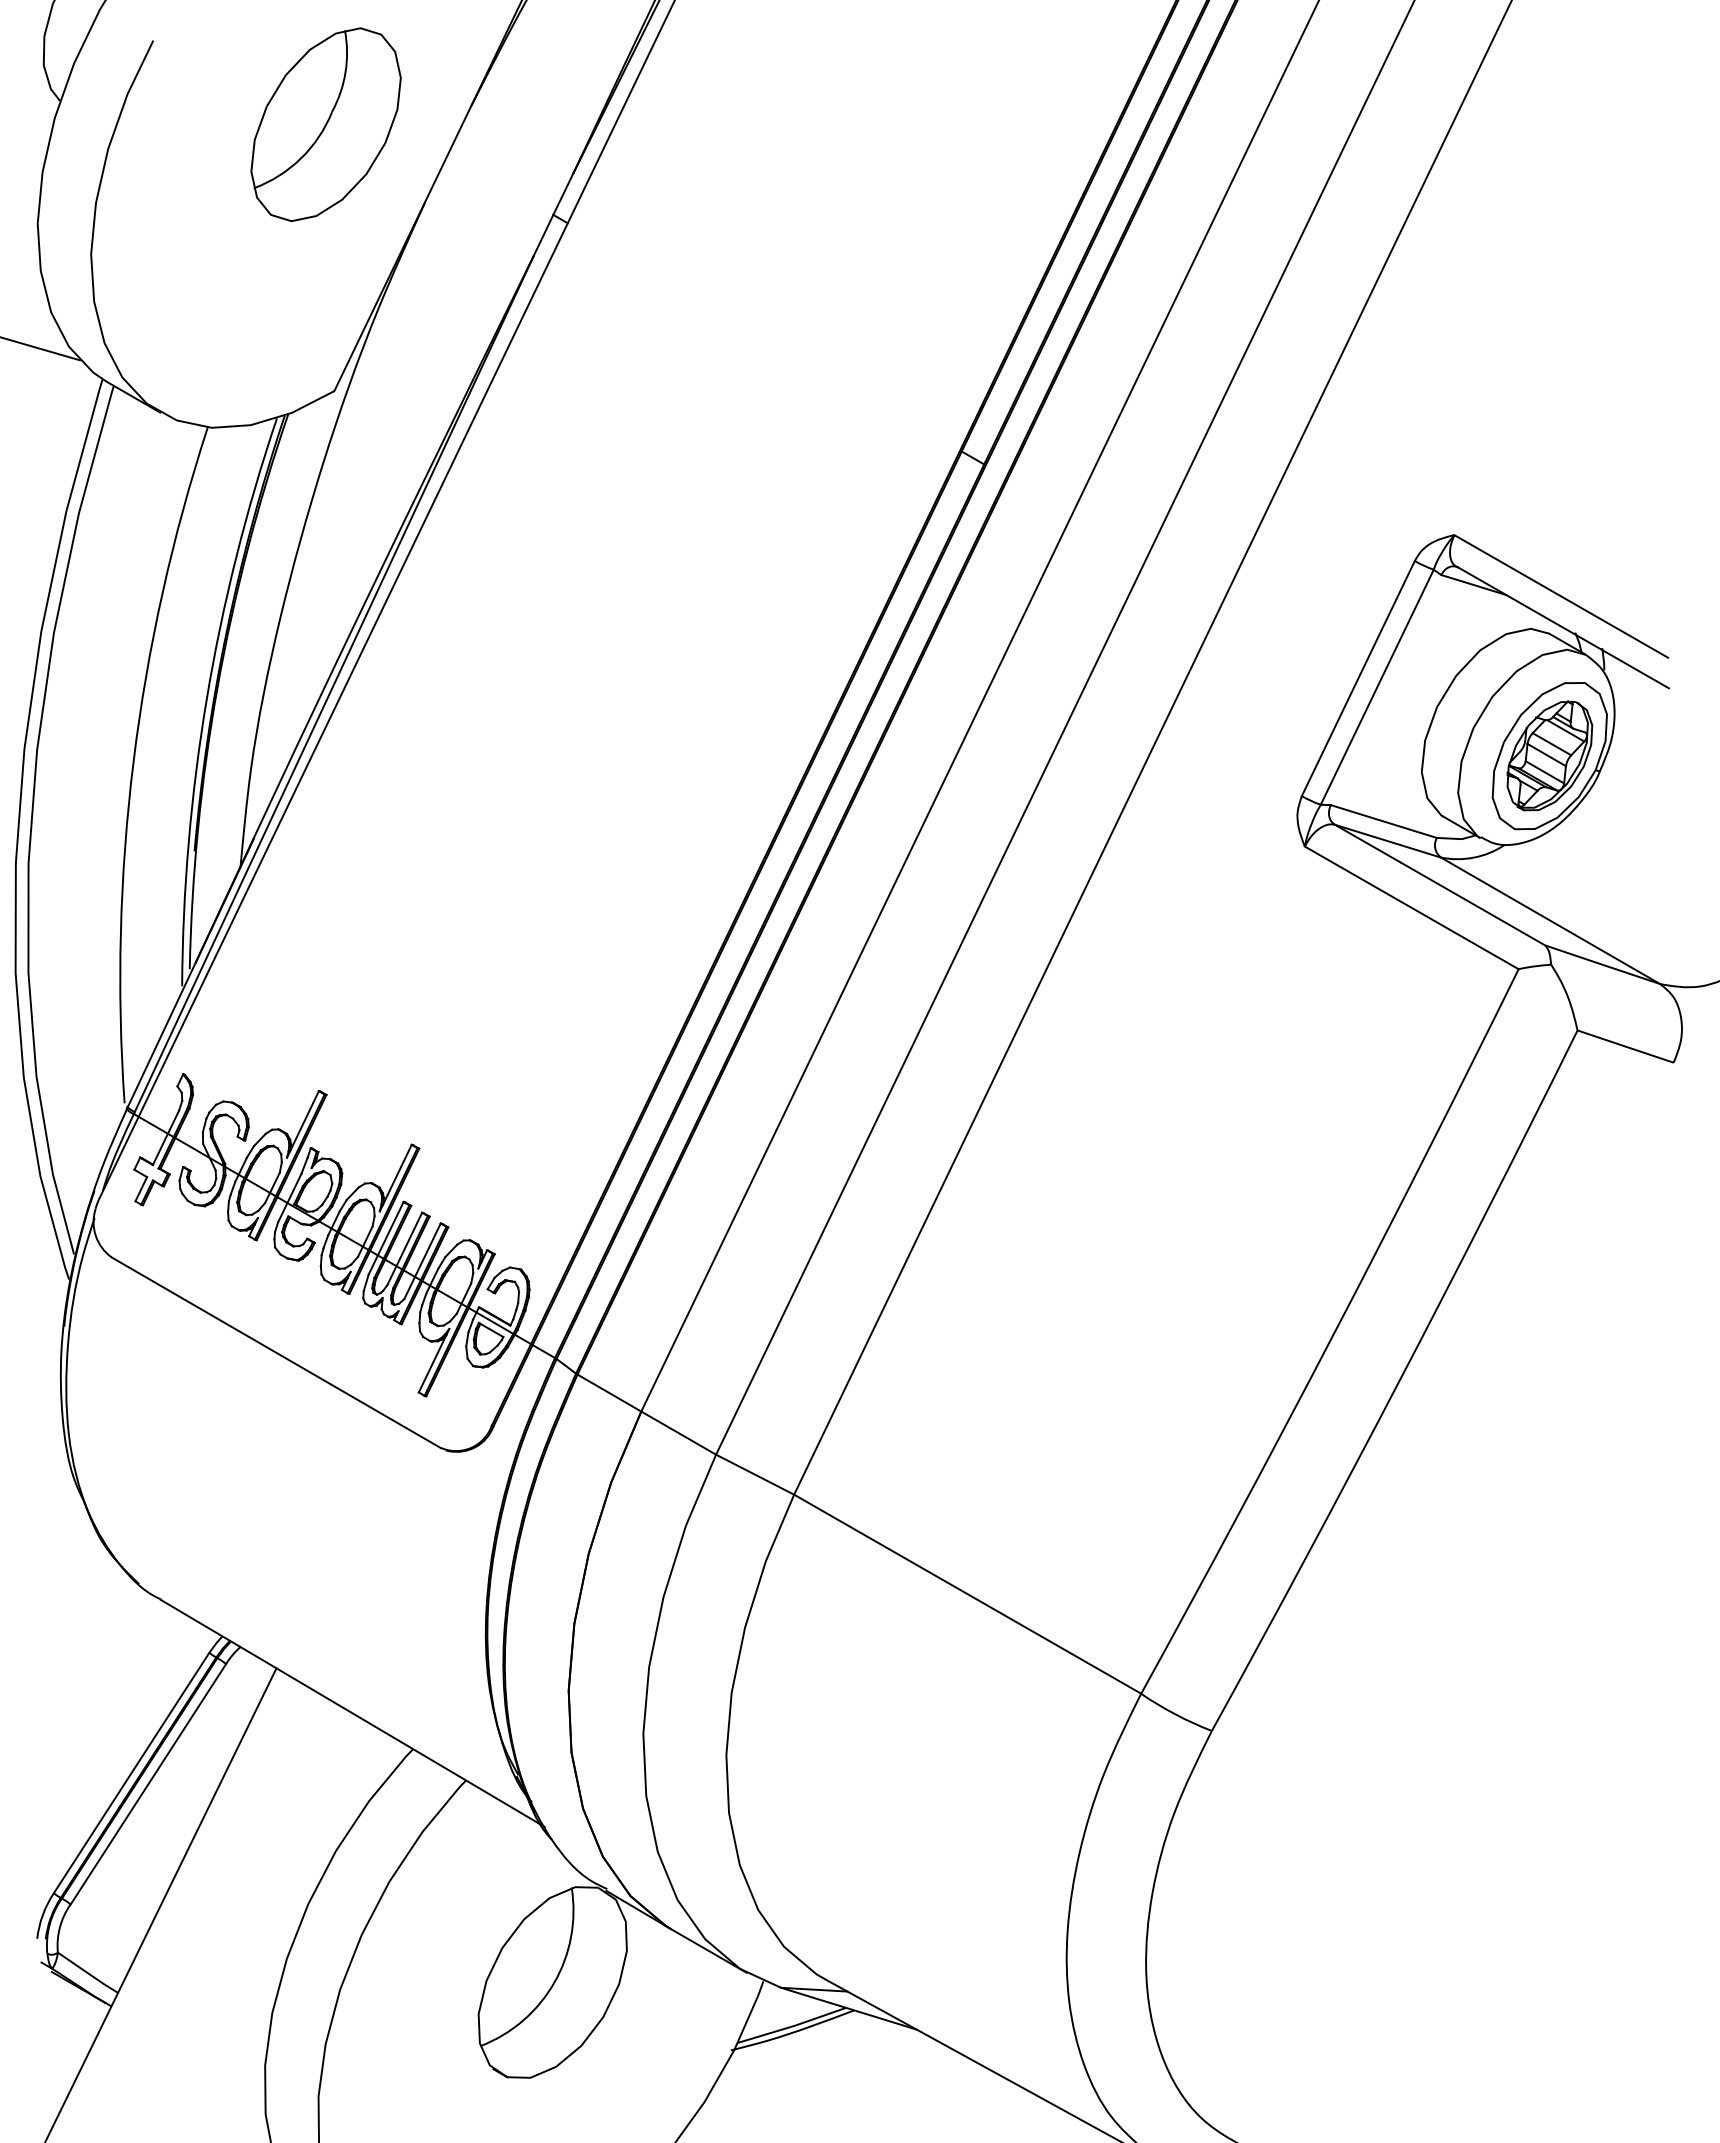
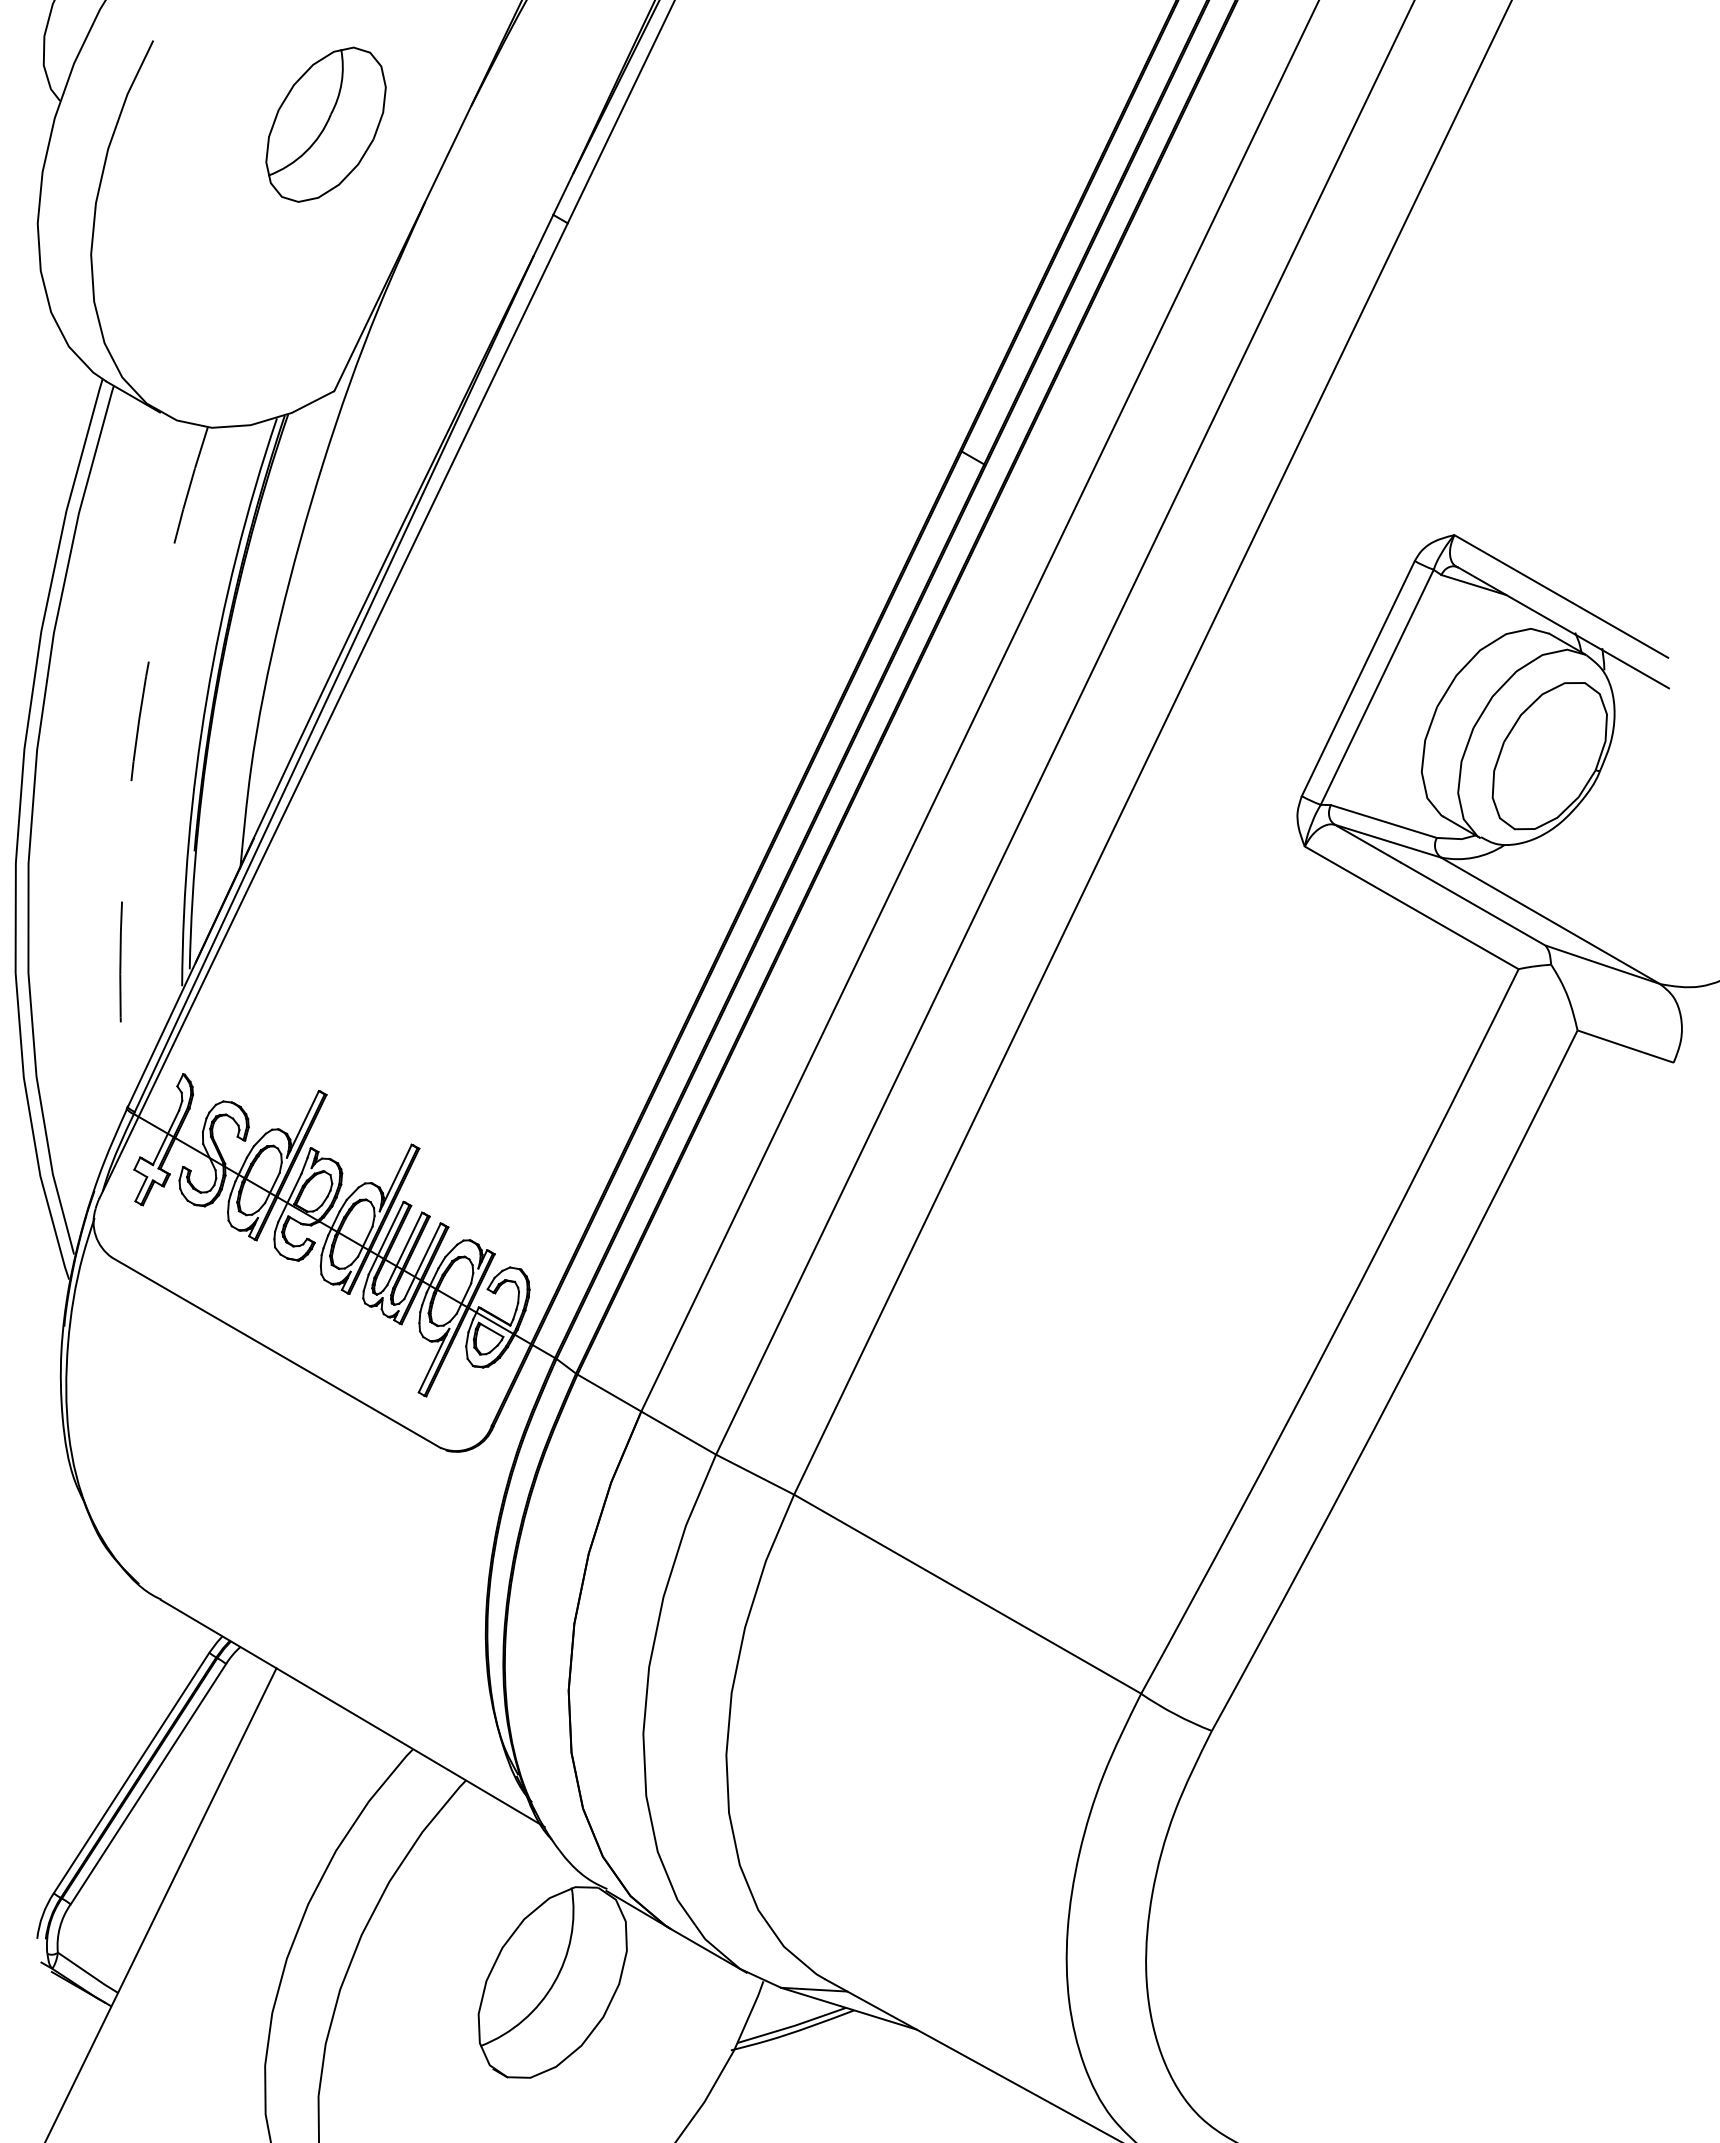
part at (325, 124) size: 152x196 px -> 122x157 px
line at (40, 349): present -> none
part at (1549, 755): present -> none
arc at (133, 761): solid -> dashed
